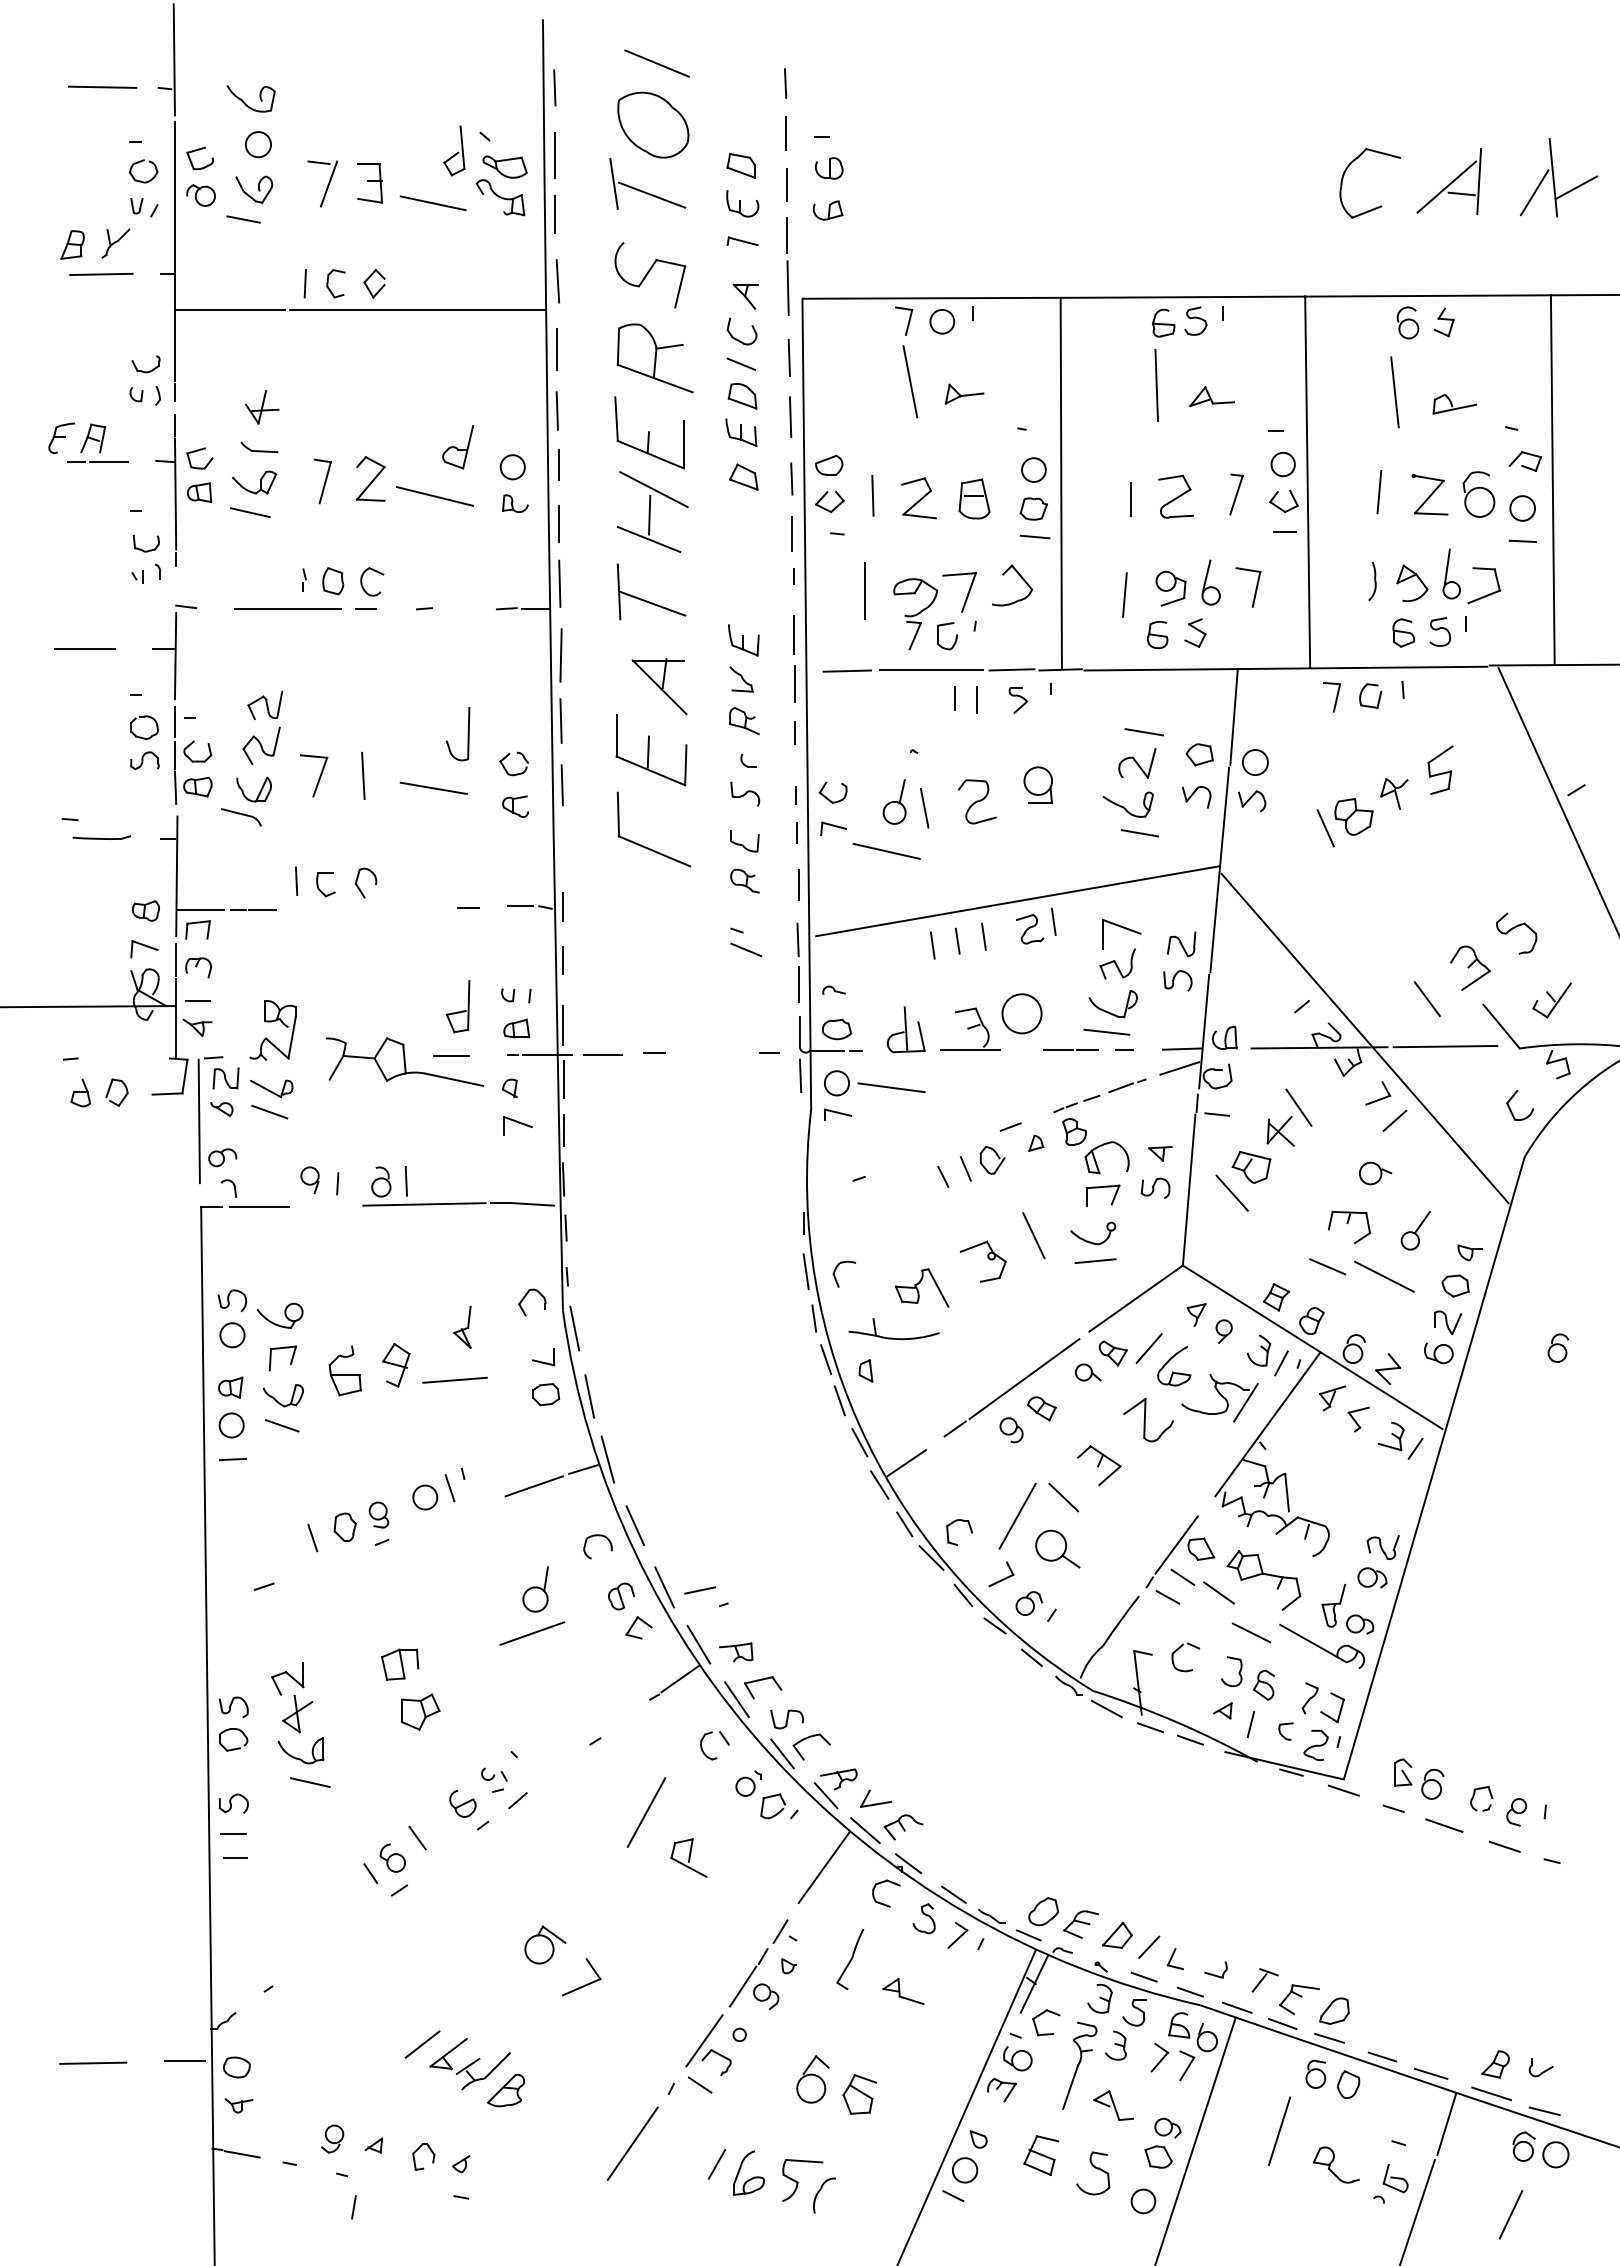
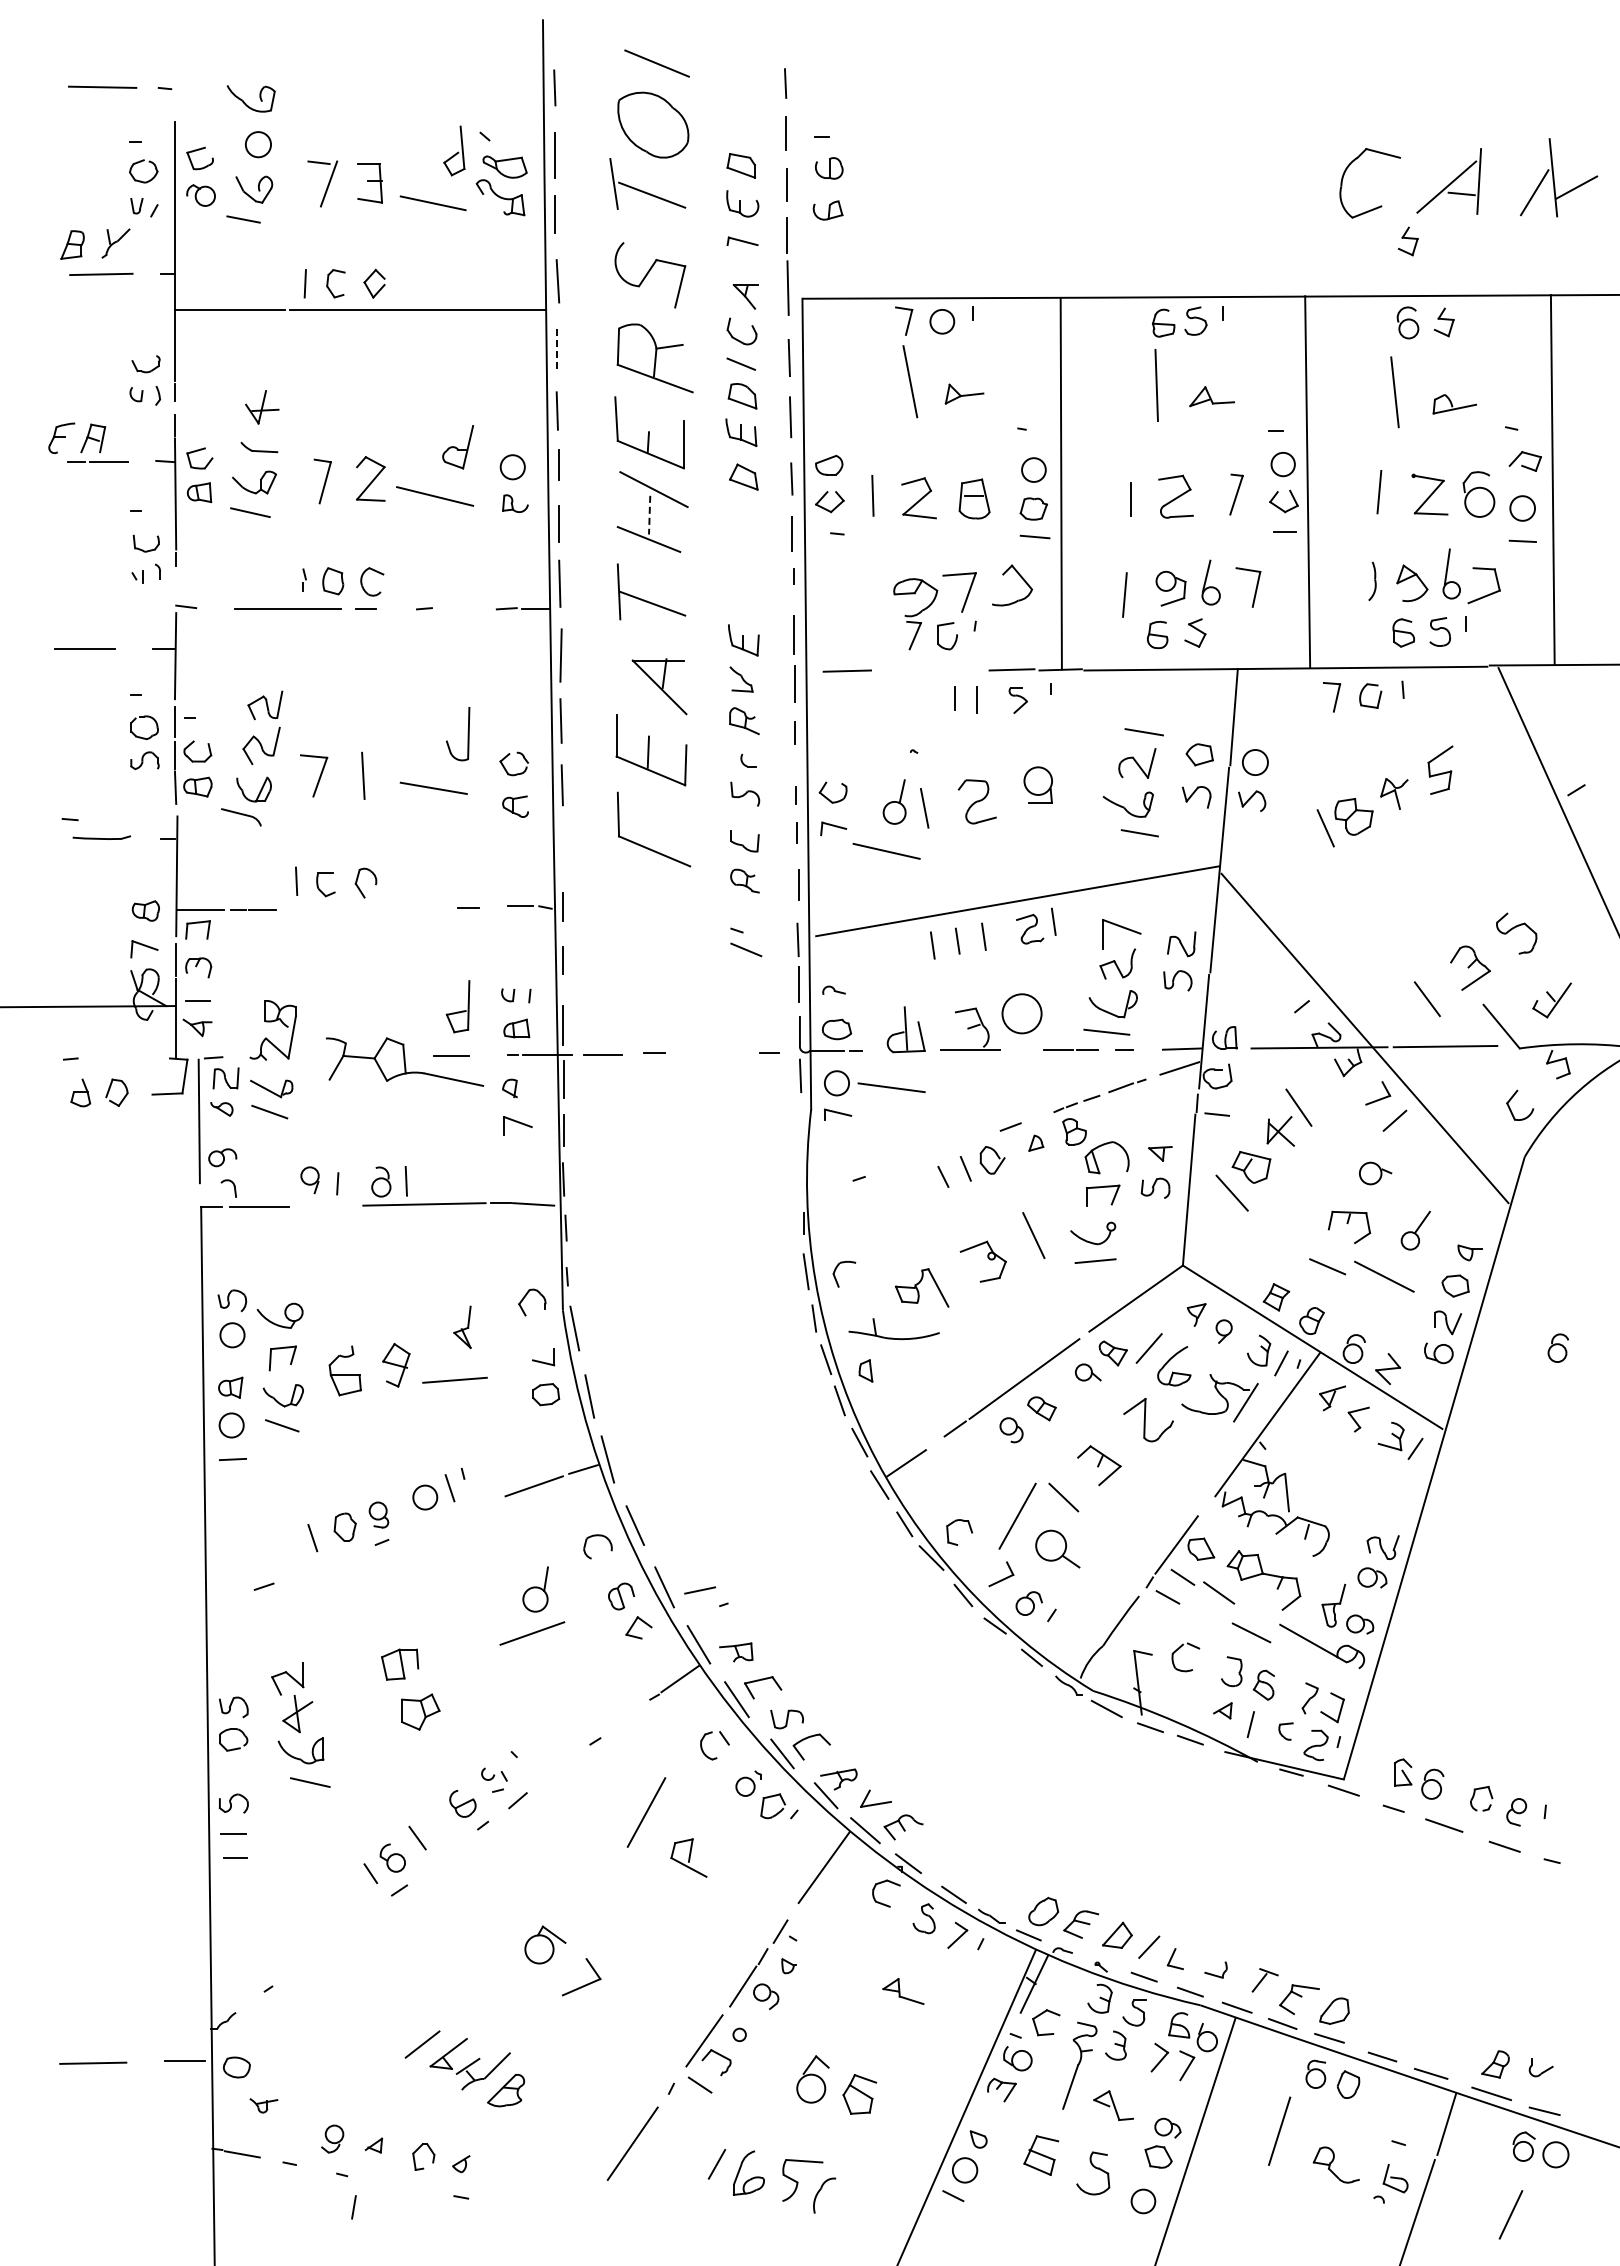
line at (173, 59): present -> none
part at (1407, 241): none -> present
line at (556, 349): solid -> dashed
line at (649, 515): solid -> dashed
line at (864, 591): present -> none
line at (931, 670): present -> none
part at (850, 1959): present -> none
part at (238, 2105) position: (238, 2105) -> (263, 2105)
